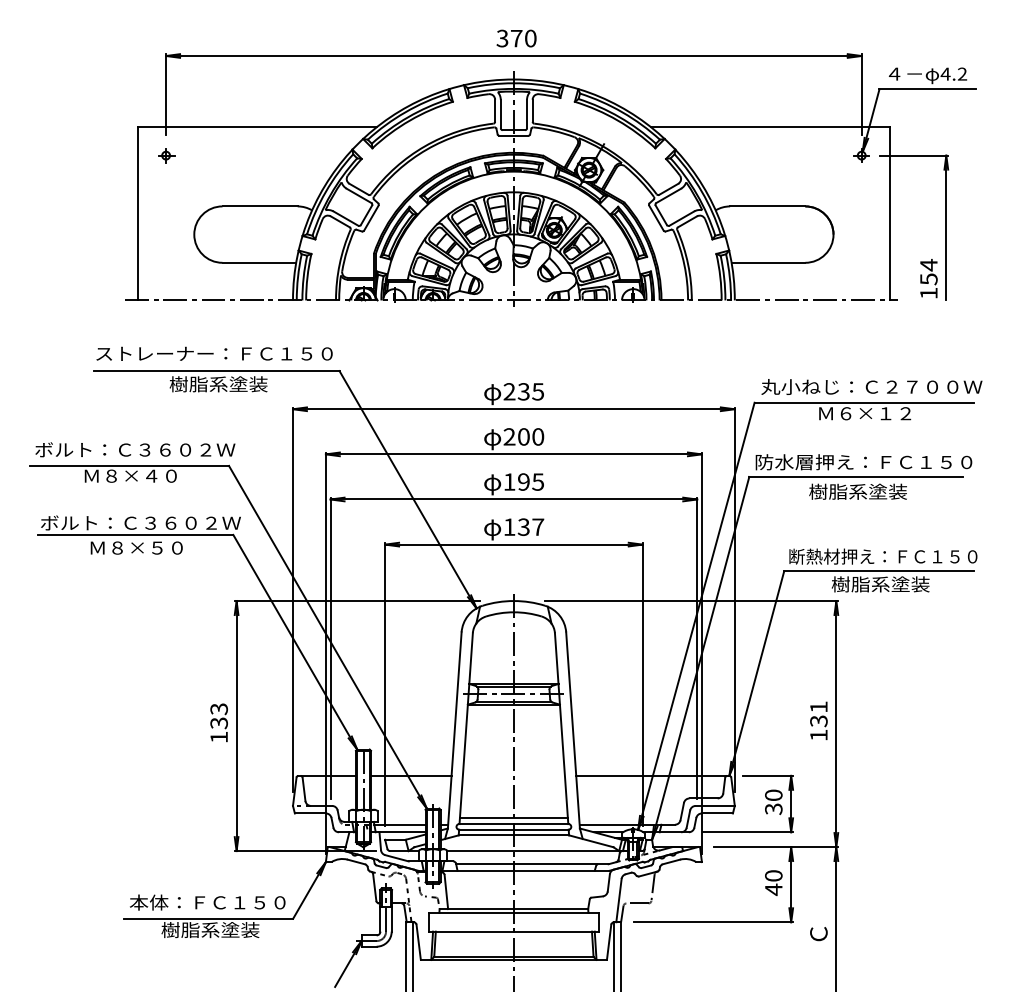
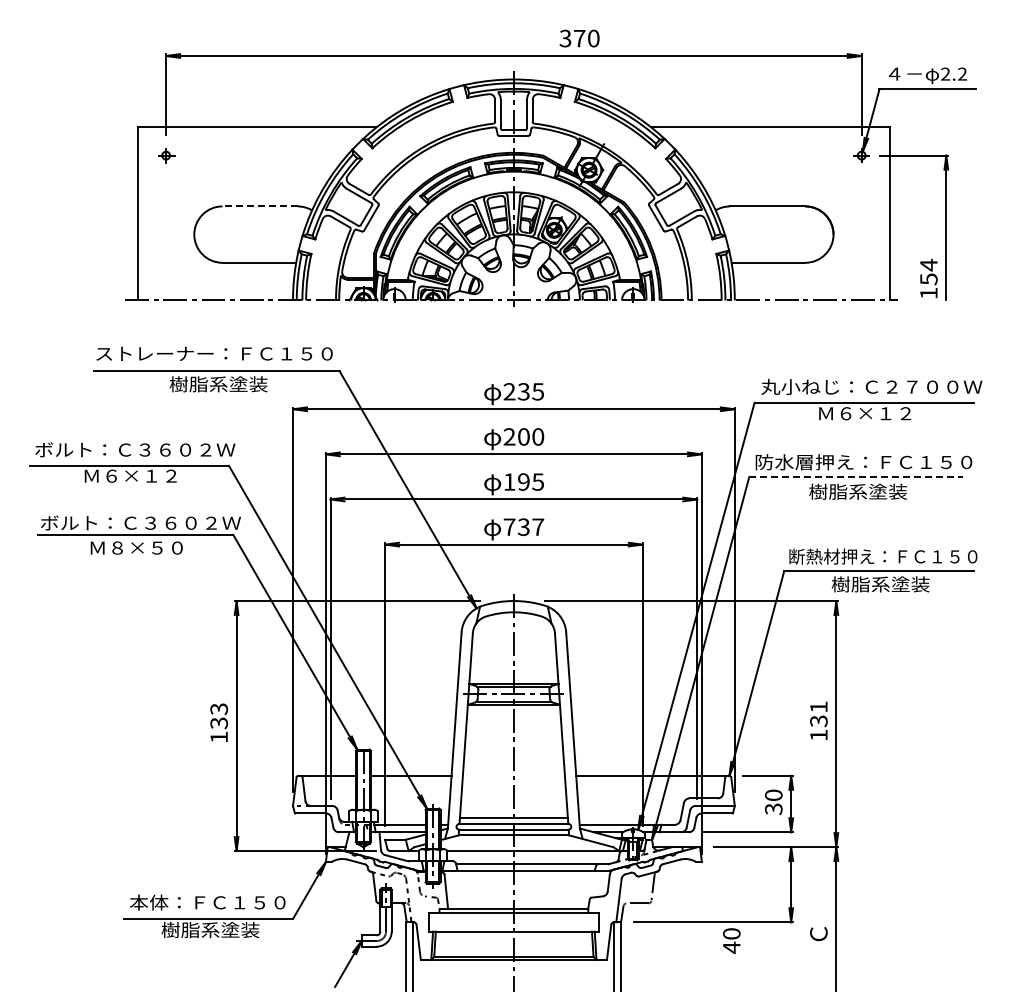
text at (516, 38) position: (516, 38) -> (579, 38)
text at (945, 73): 4.2 -> 2.2
line at (260, 206): solid -> dashed
text at (141, 475): Ｍ８×４０ -> Ｍ６×１２
line at (856, 476): solid -> dashed
text at (509, 526): 137 -> 737
text at (773, 882) position: (773, 882) -> (731, 940)
